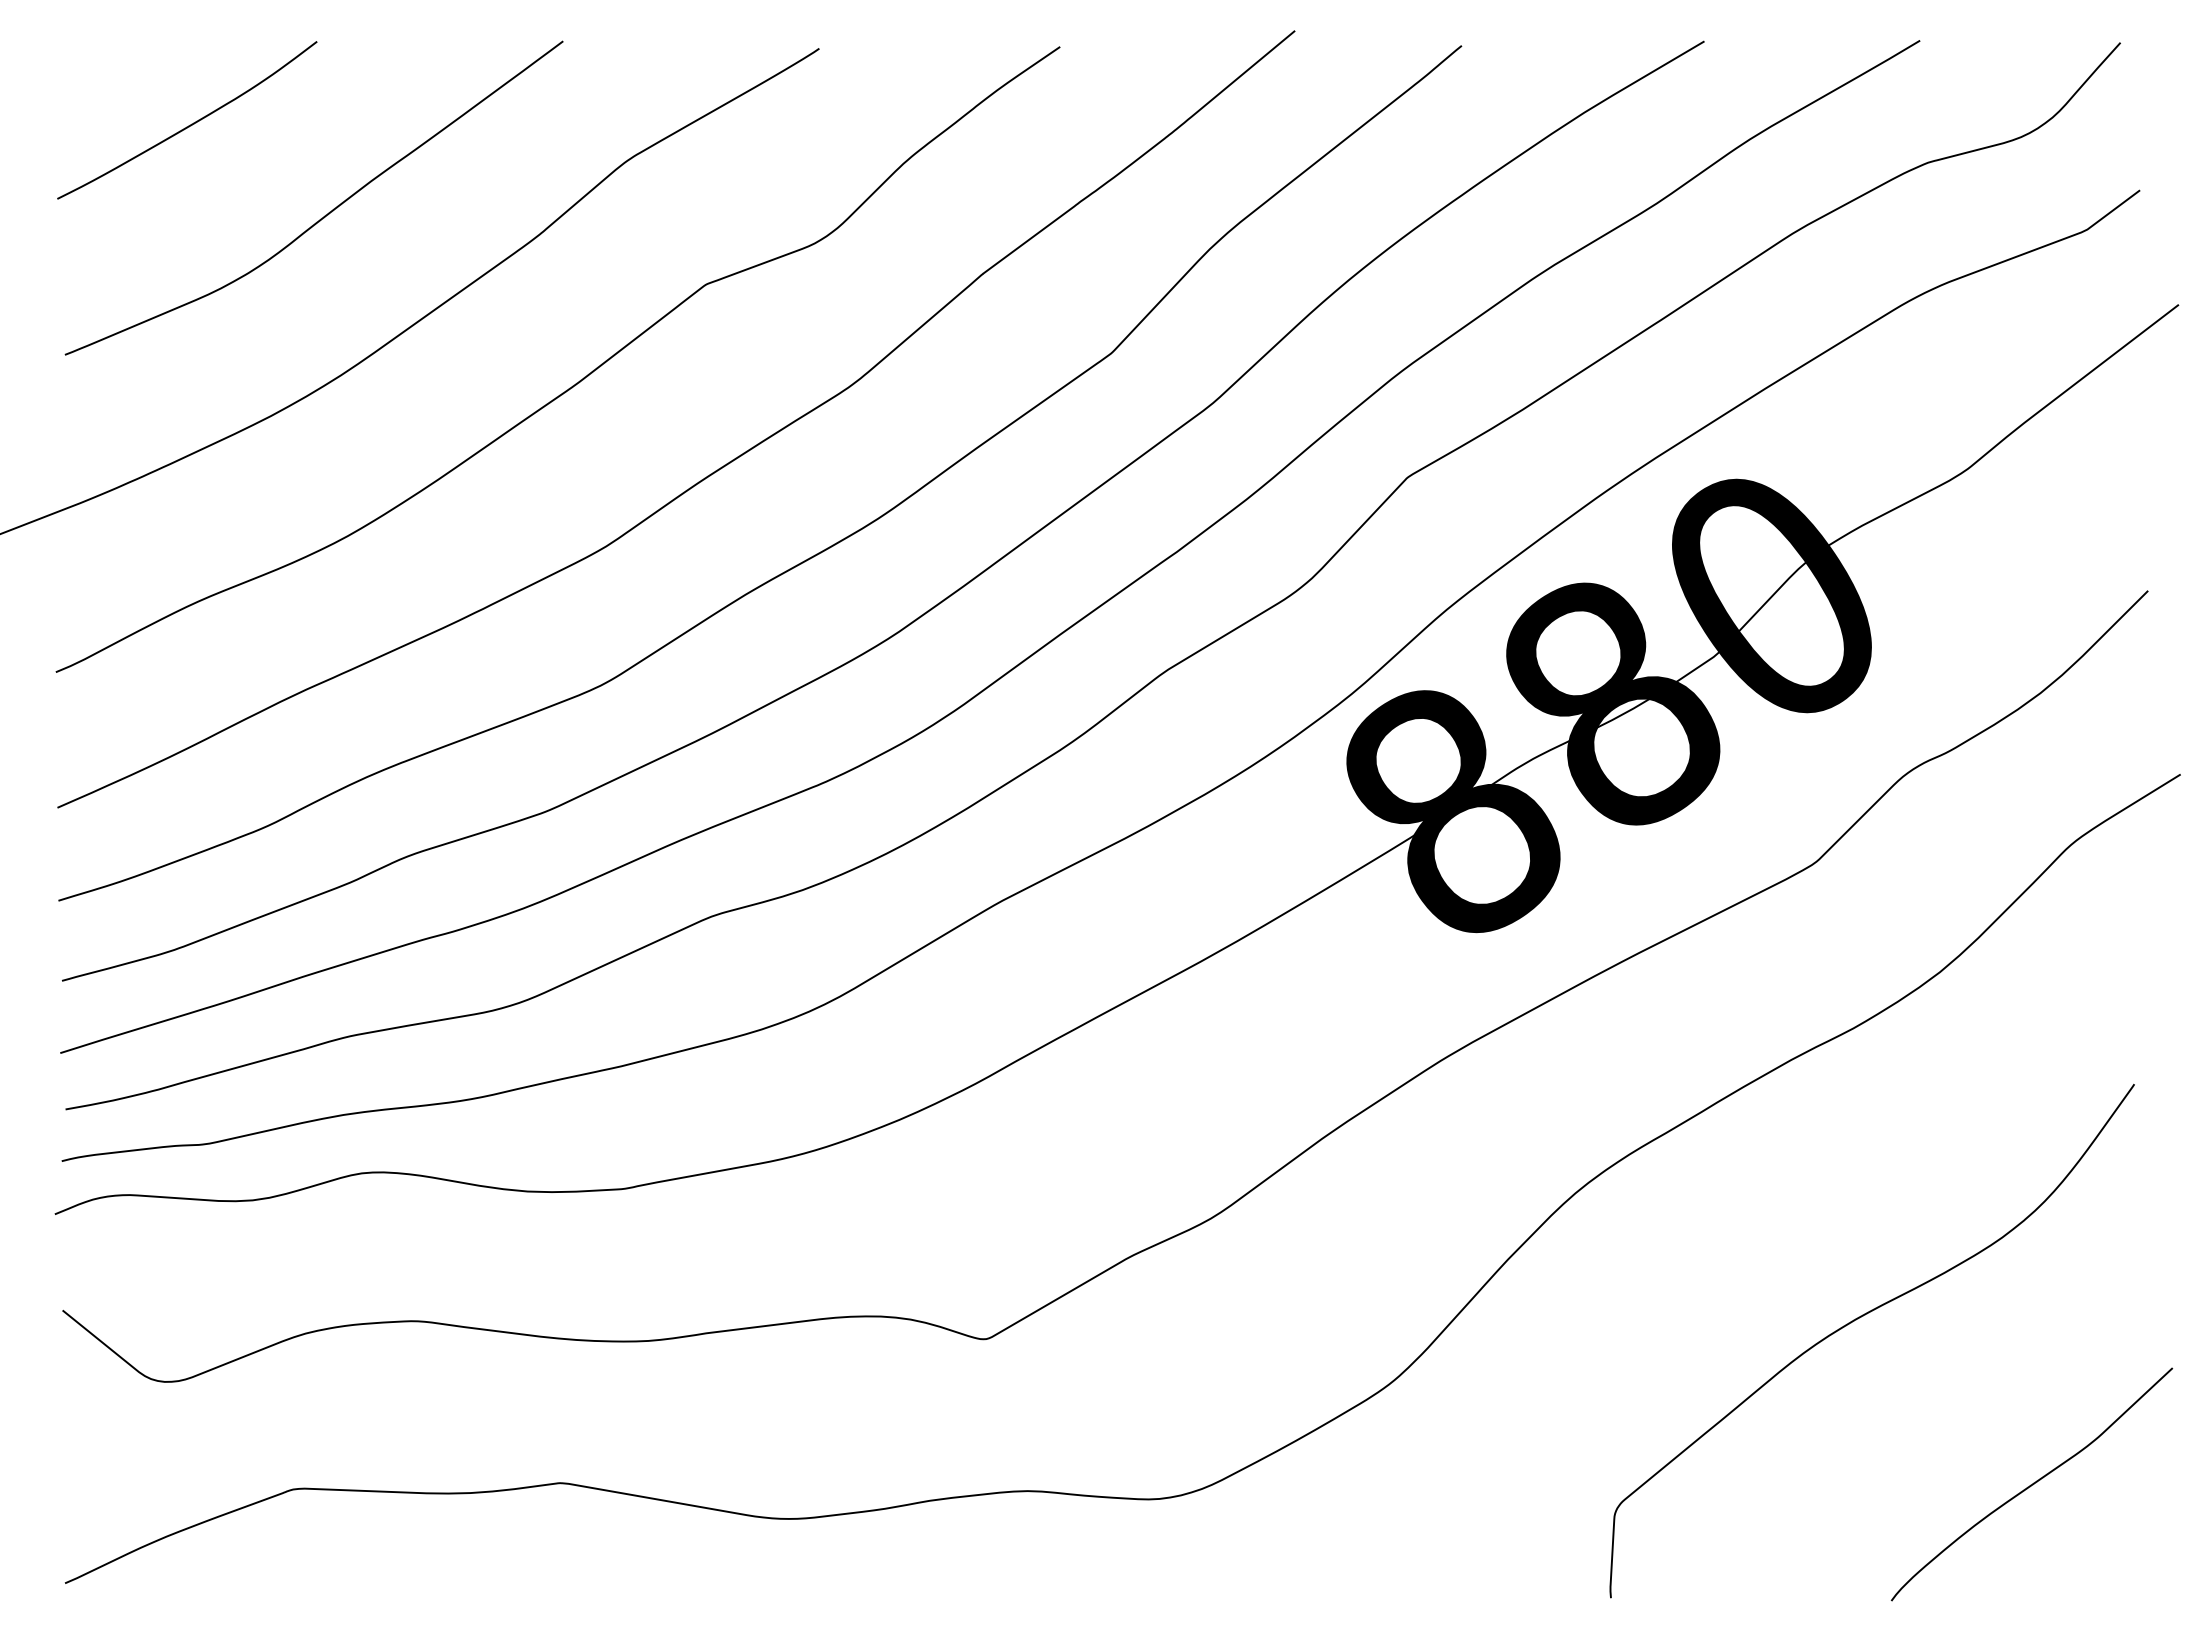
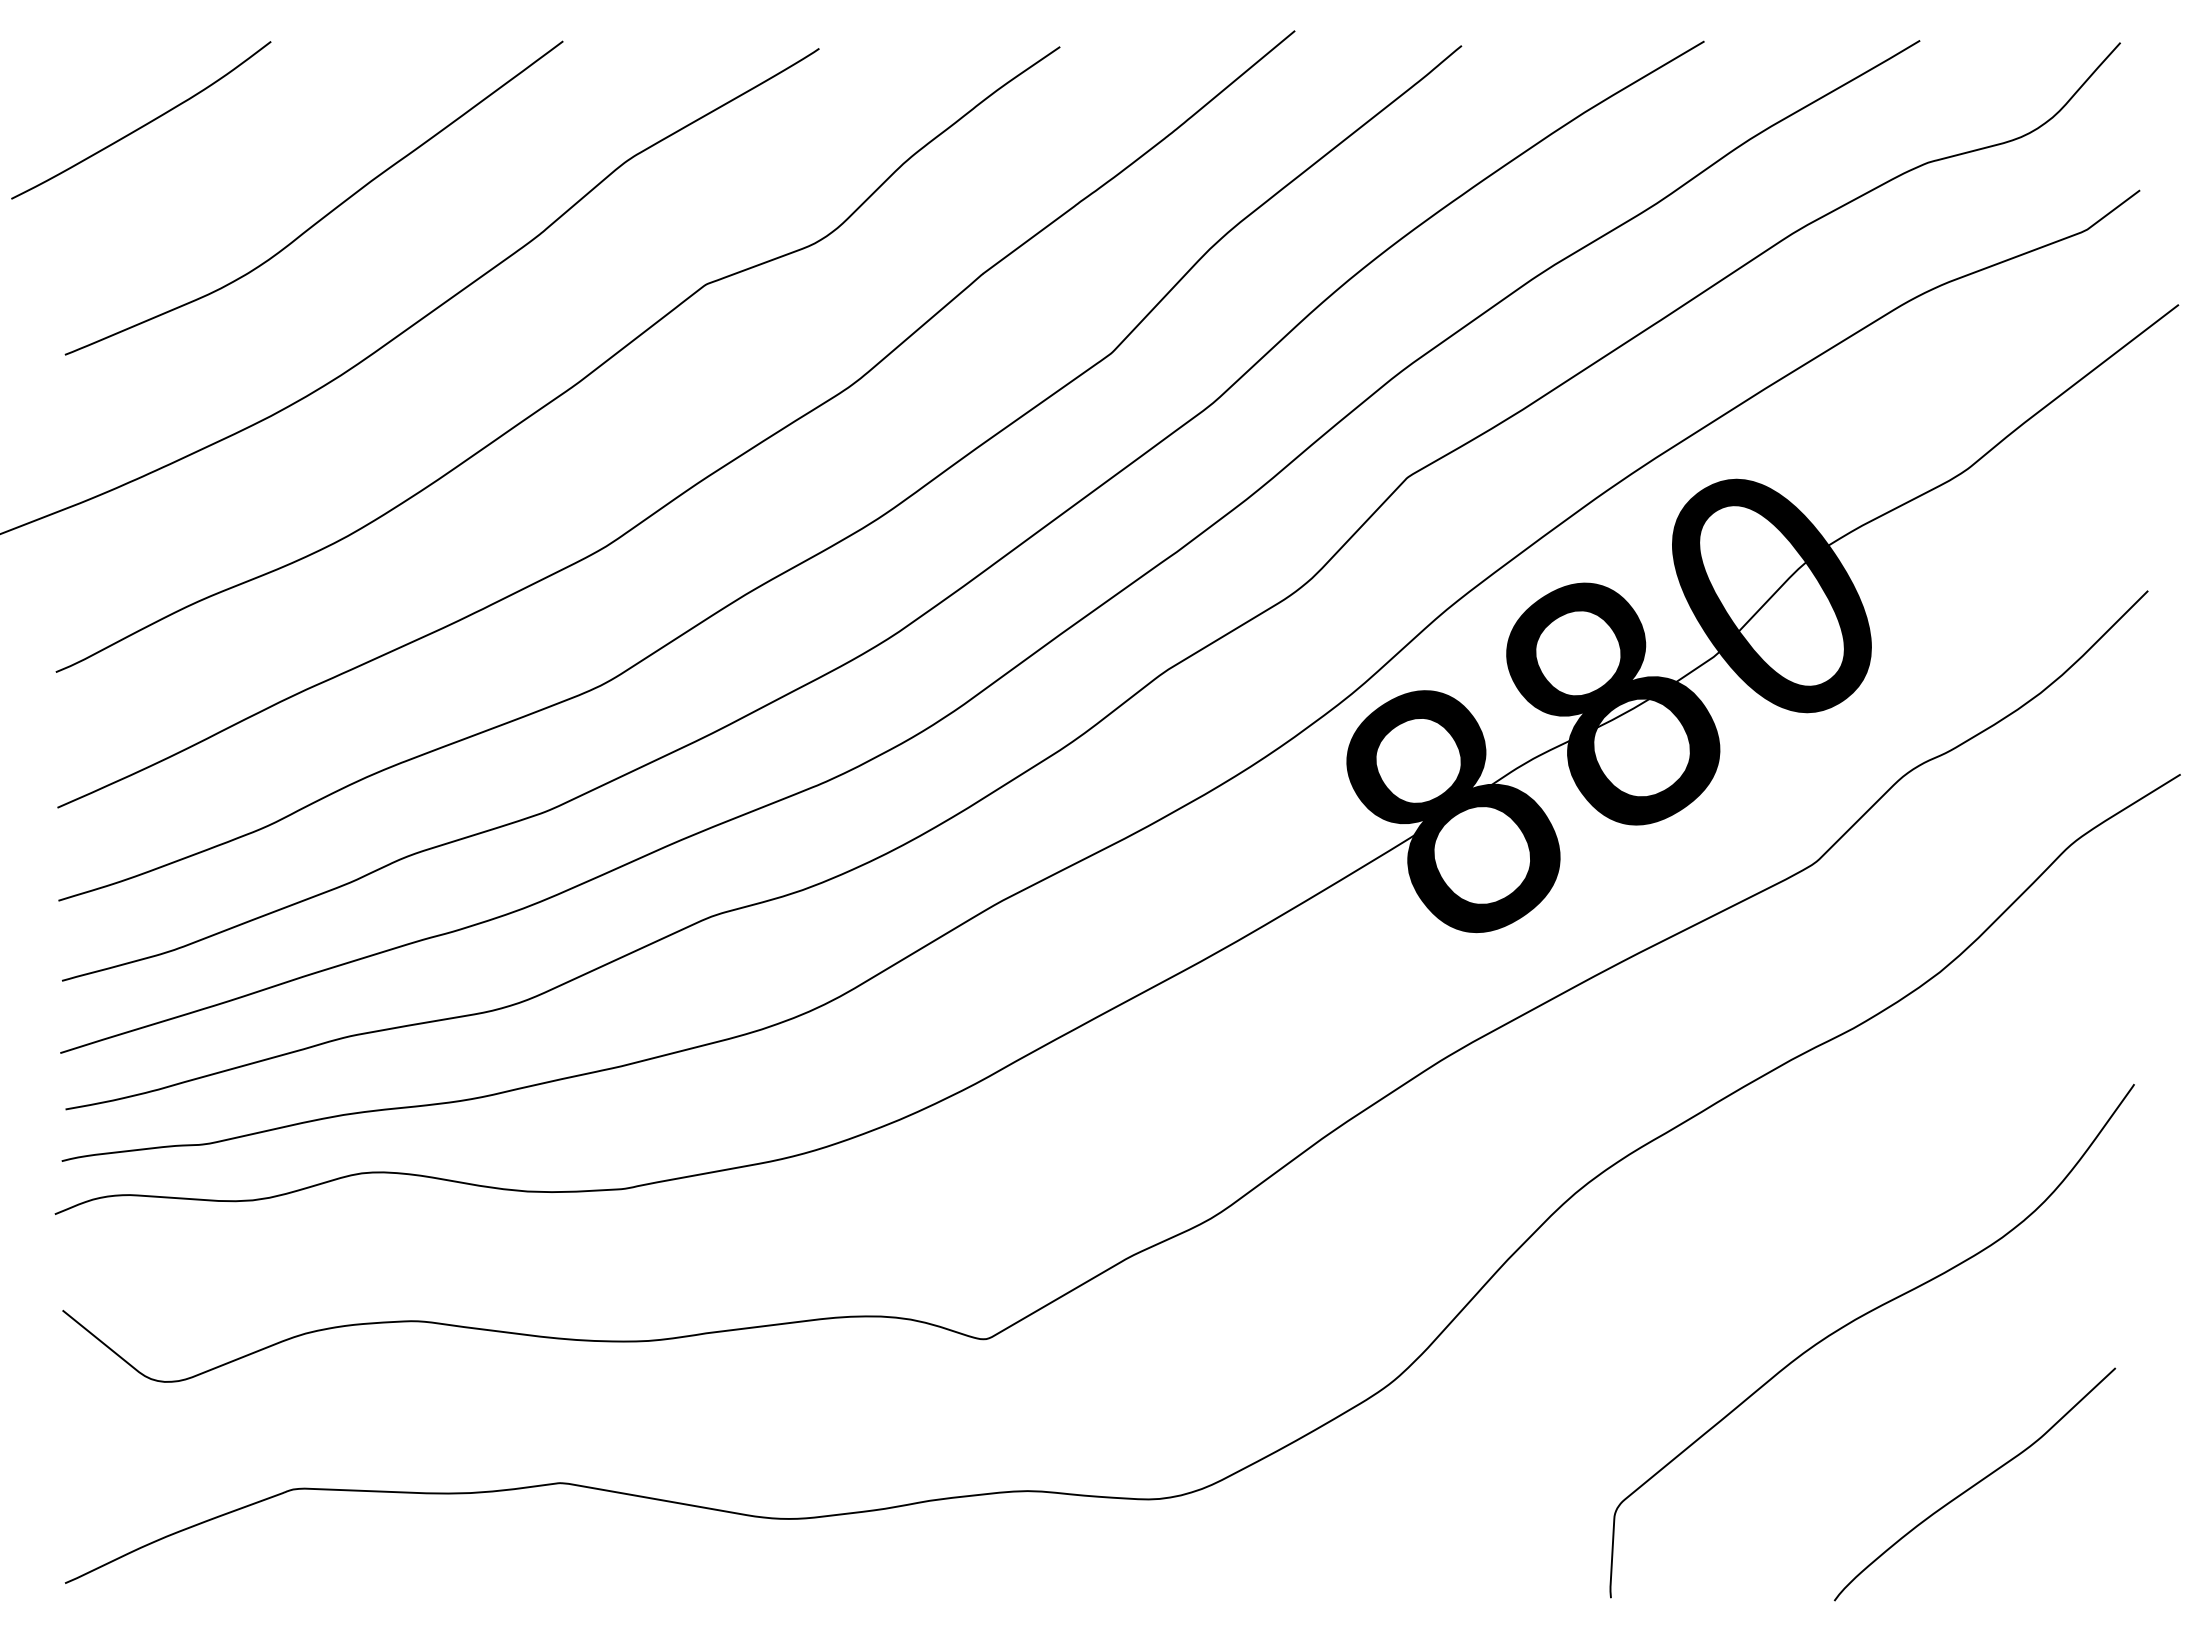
curve at (191, 123) position: (191, 123) -> (145, 123)
curve at (2031, 1484) position: (2031, 1484) -> (1974, 1484)
